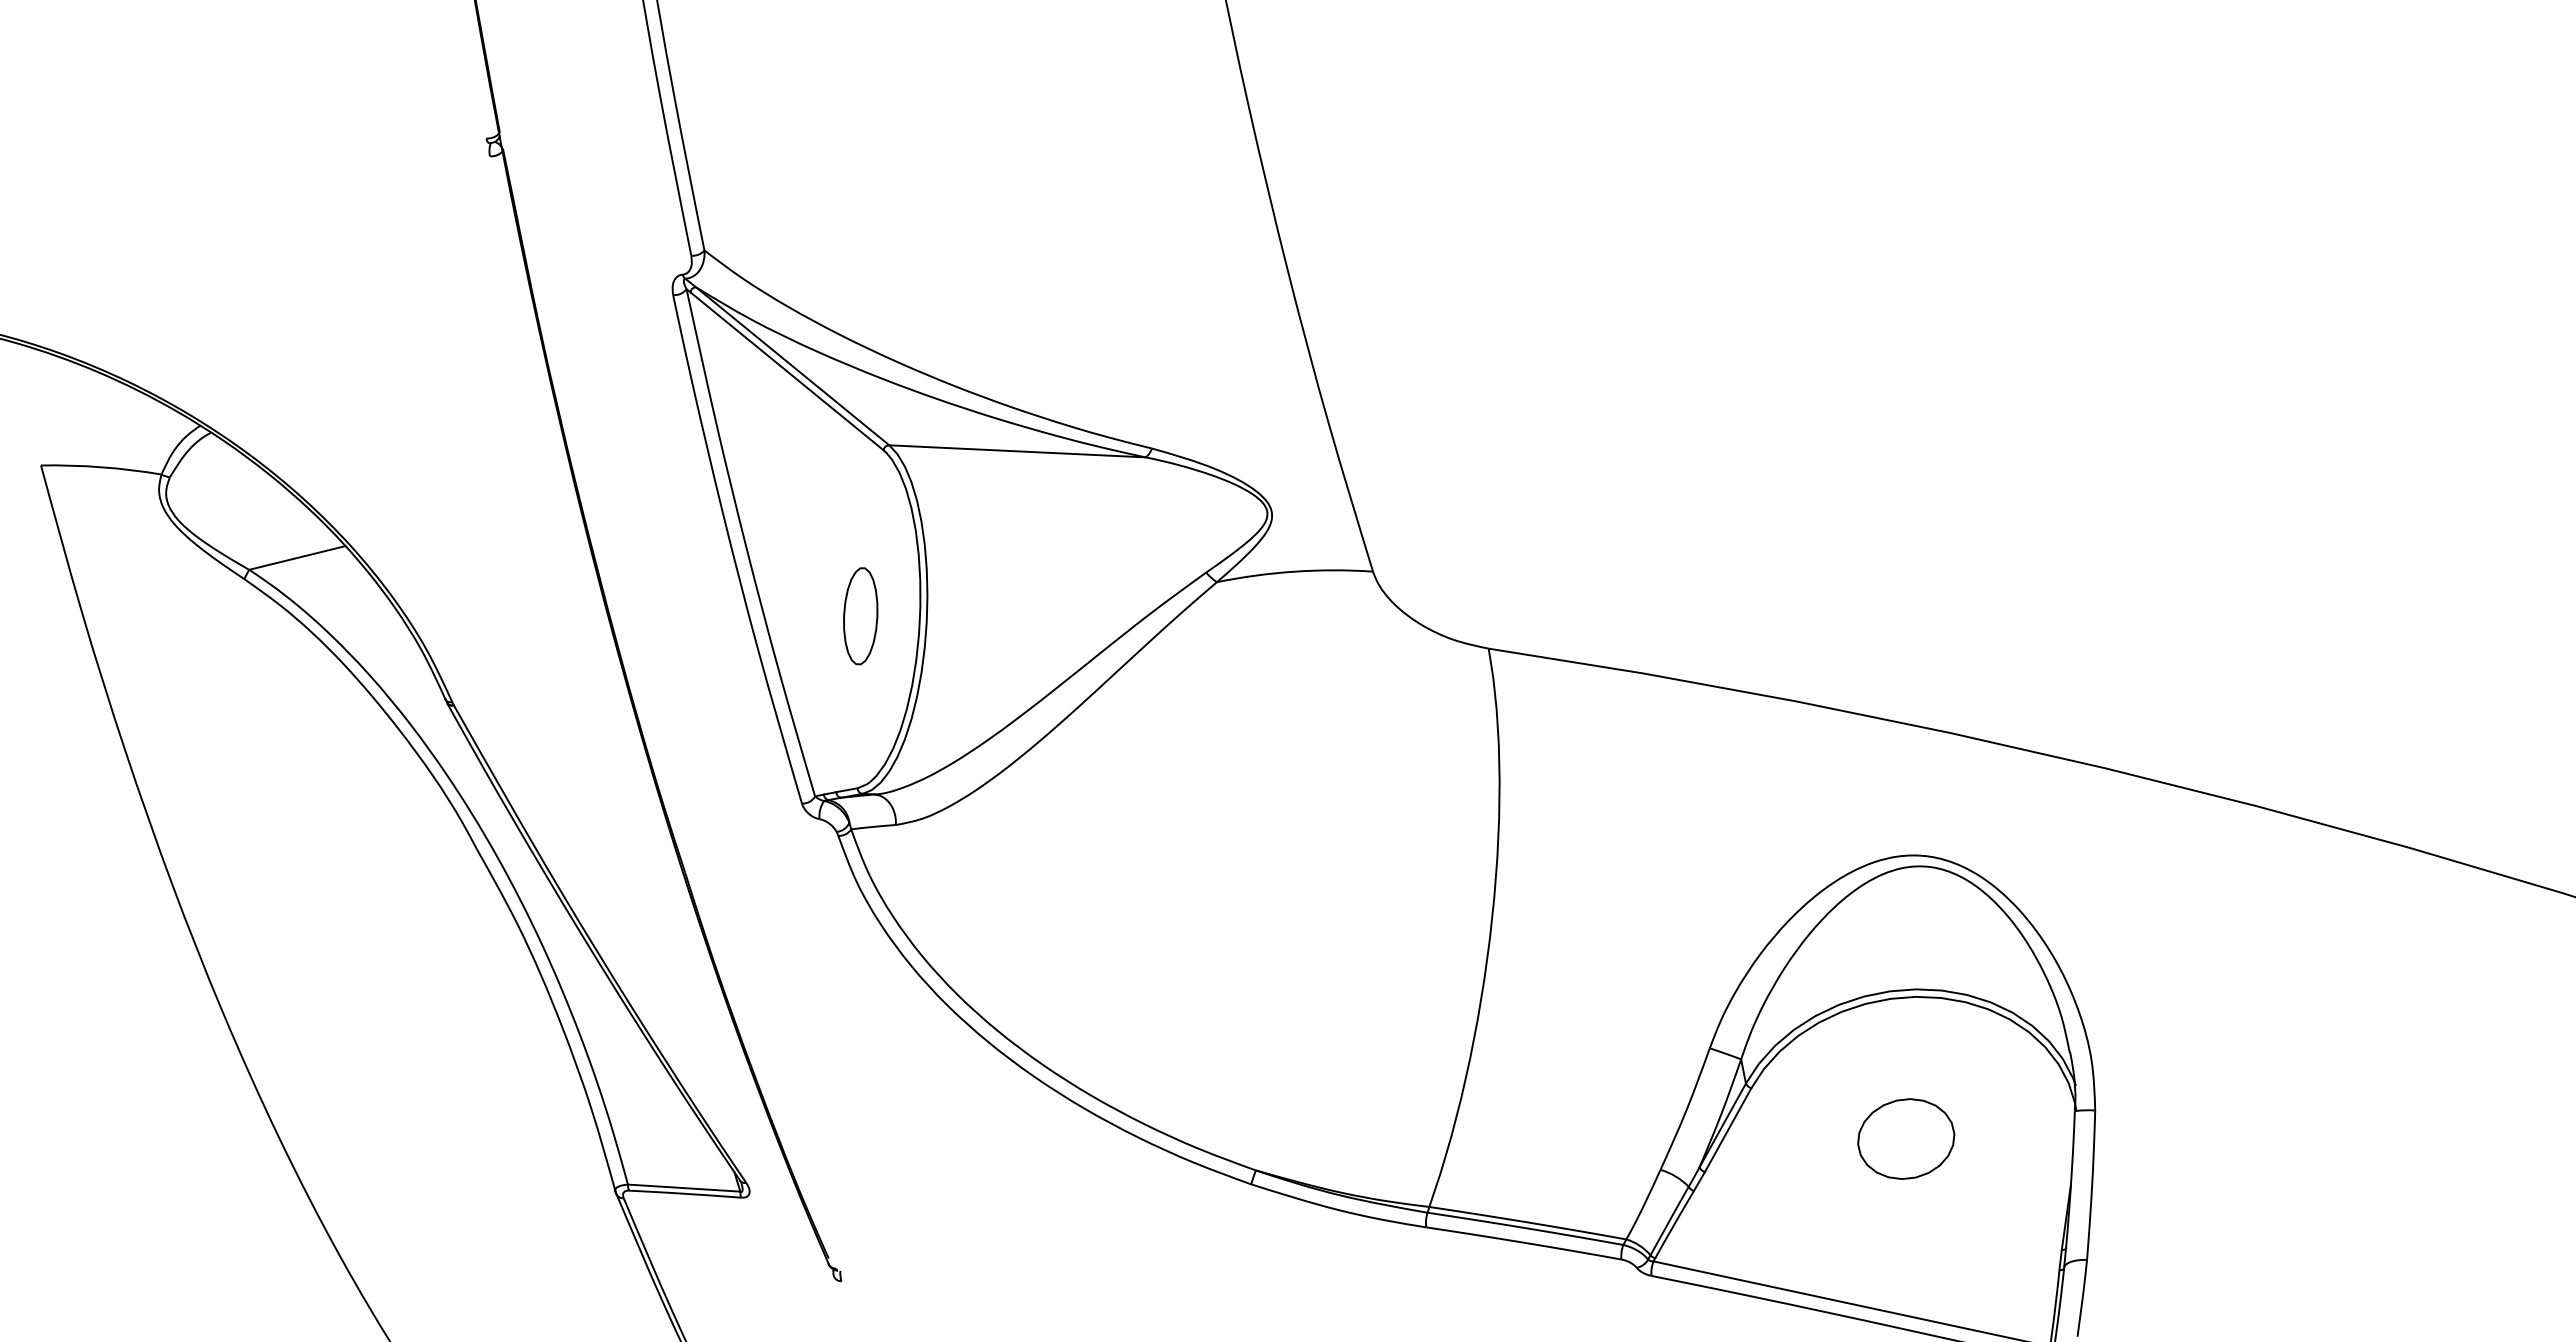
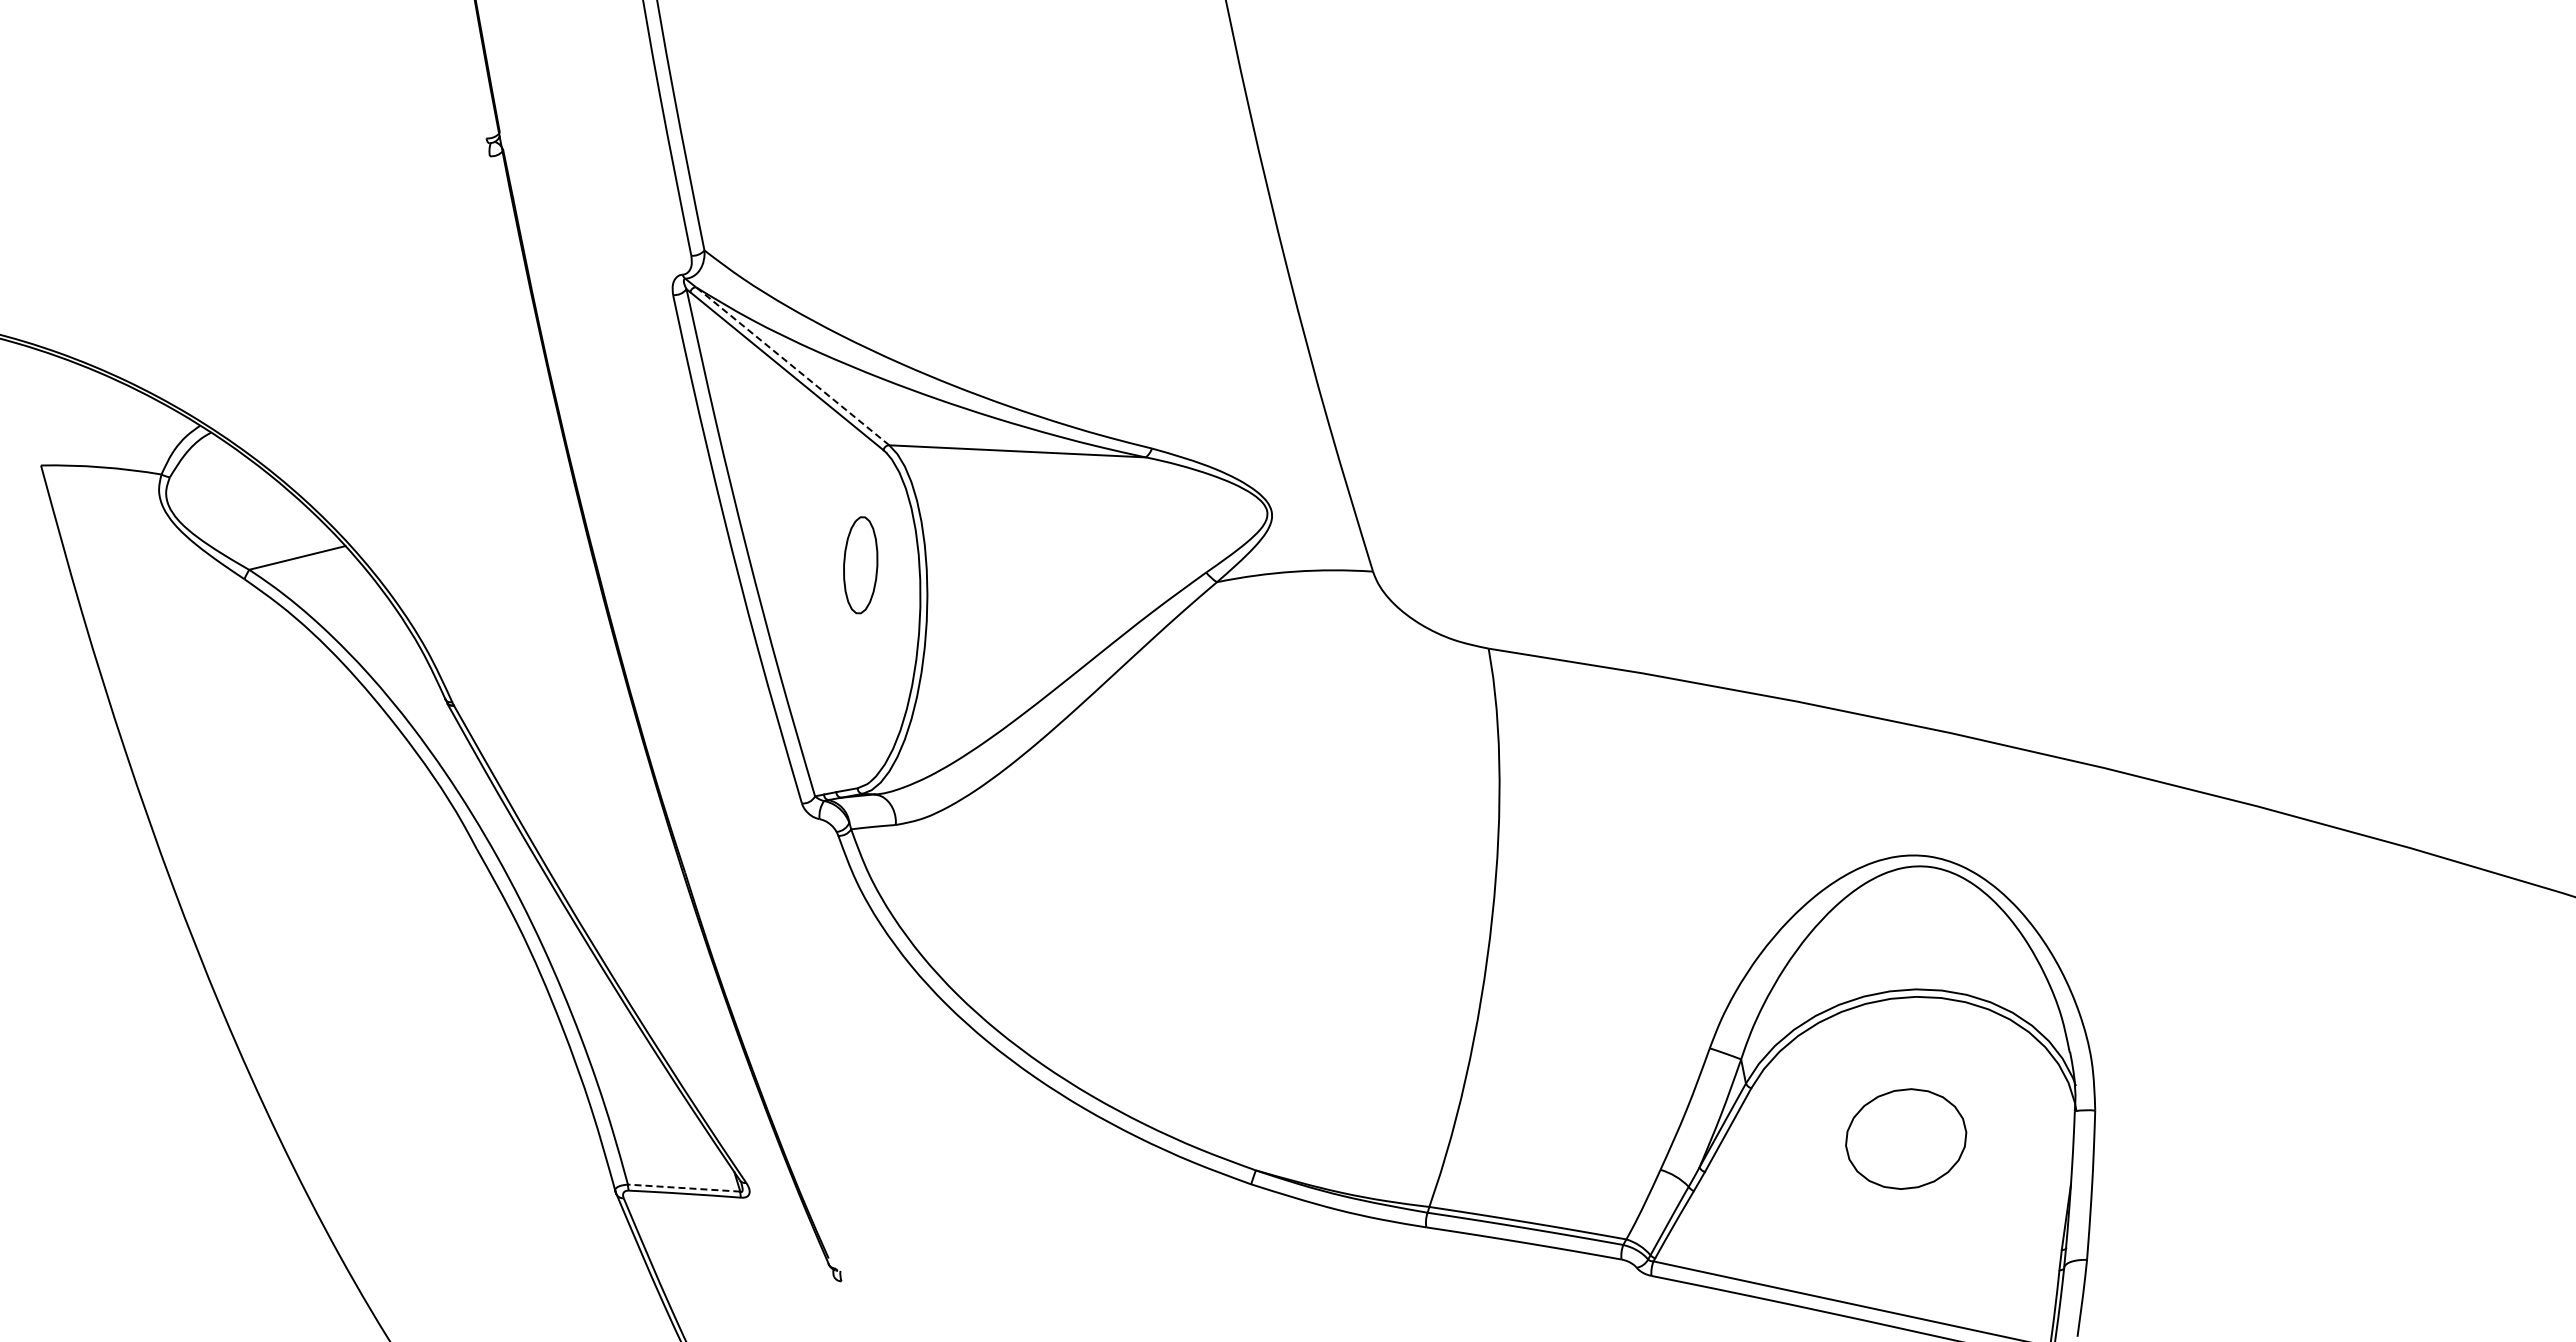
line at (792, 366): solid -> dashed
part at (860, 616) position: (860, 616) -> (860, 565)
part at (1906, 1138) size: 99x82 px -> 123x102 px
line at (683, 1188): solid -> dashed
